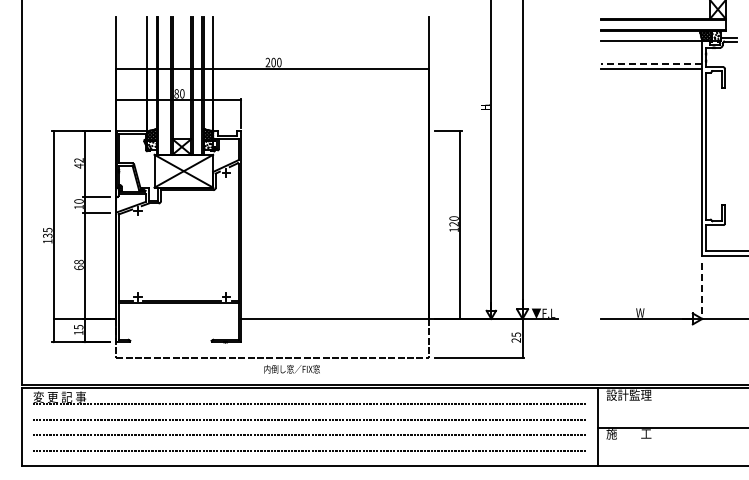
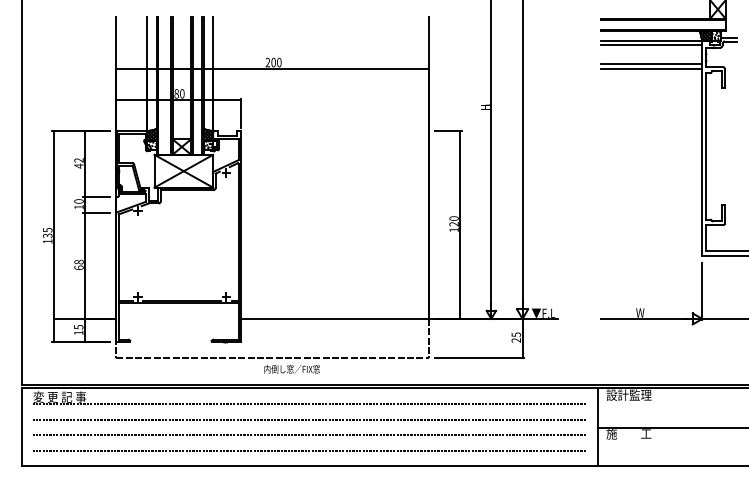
line at (651, 45): none -> present
line at (651, 64): dashed -> solid
line at (702, 291): dashed -> solid
